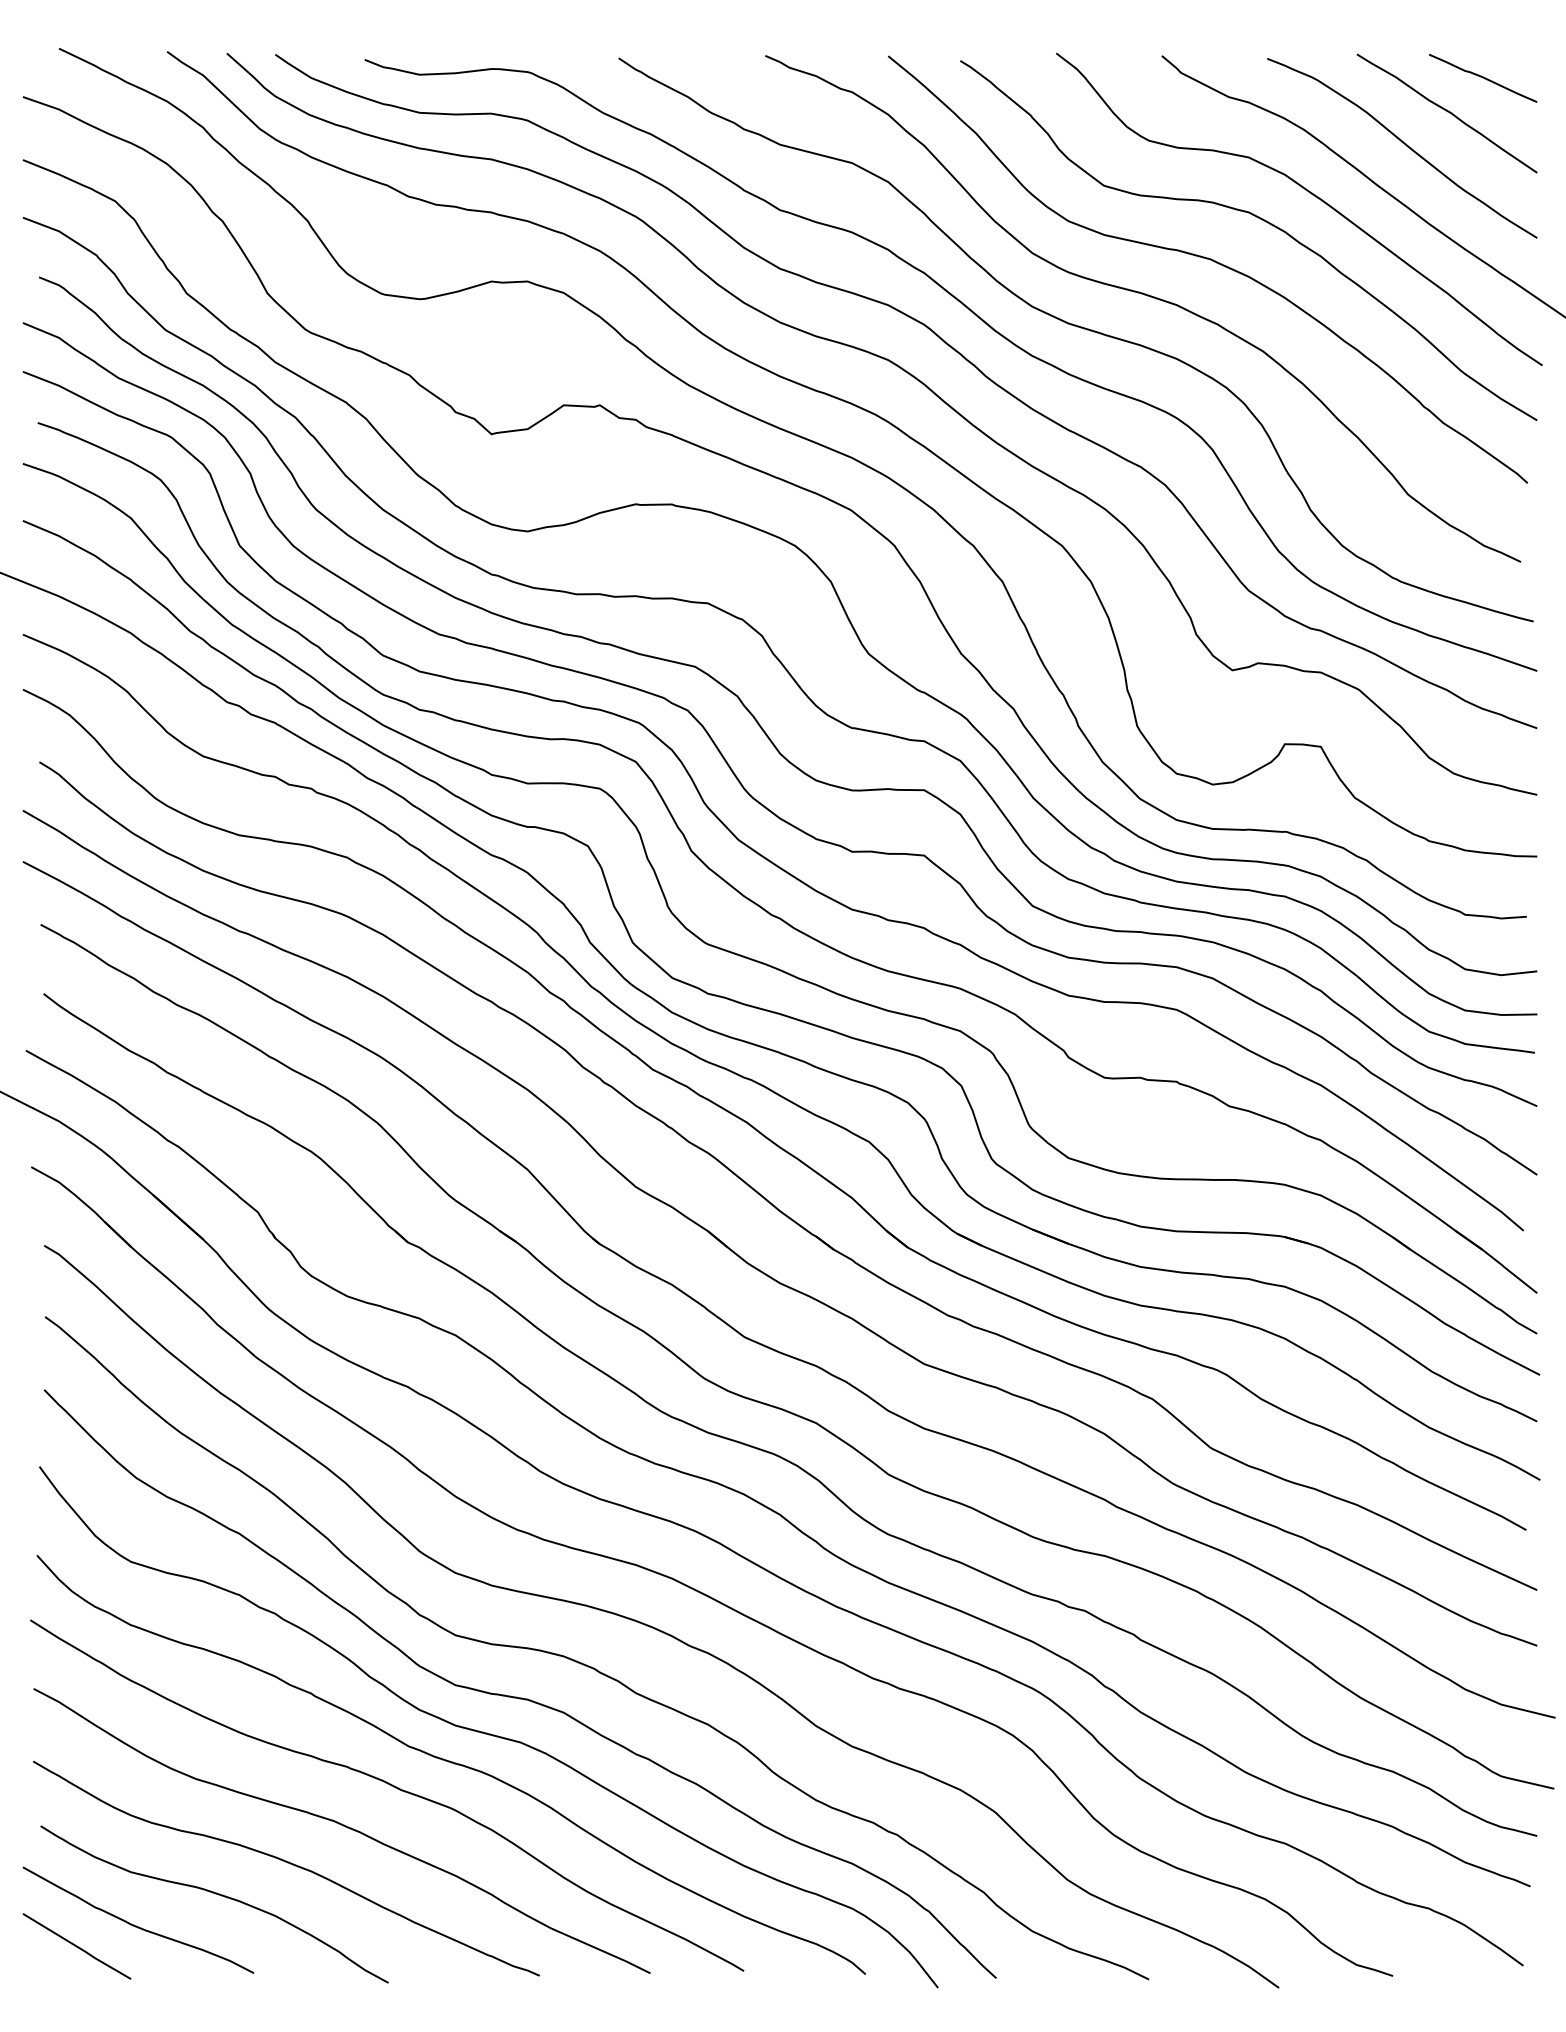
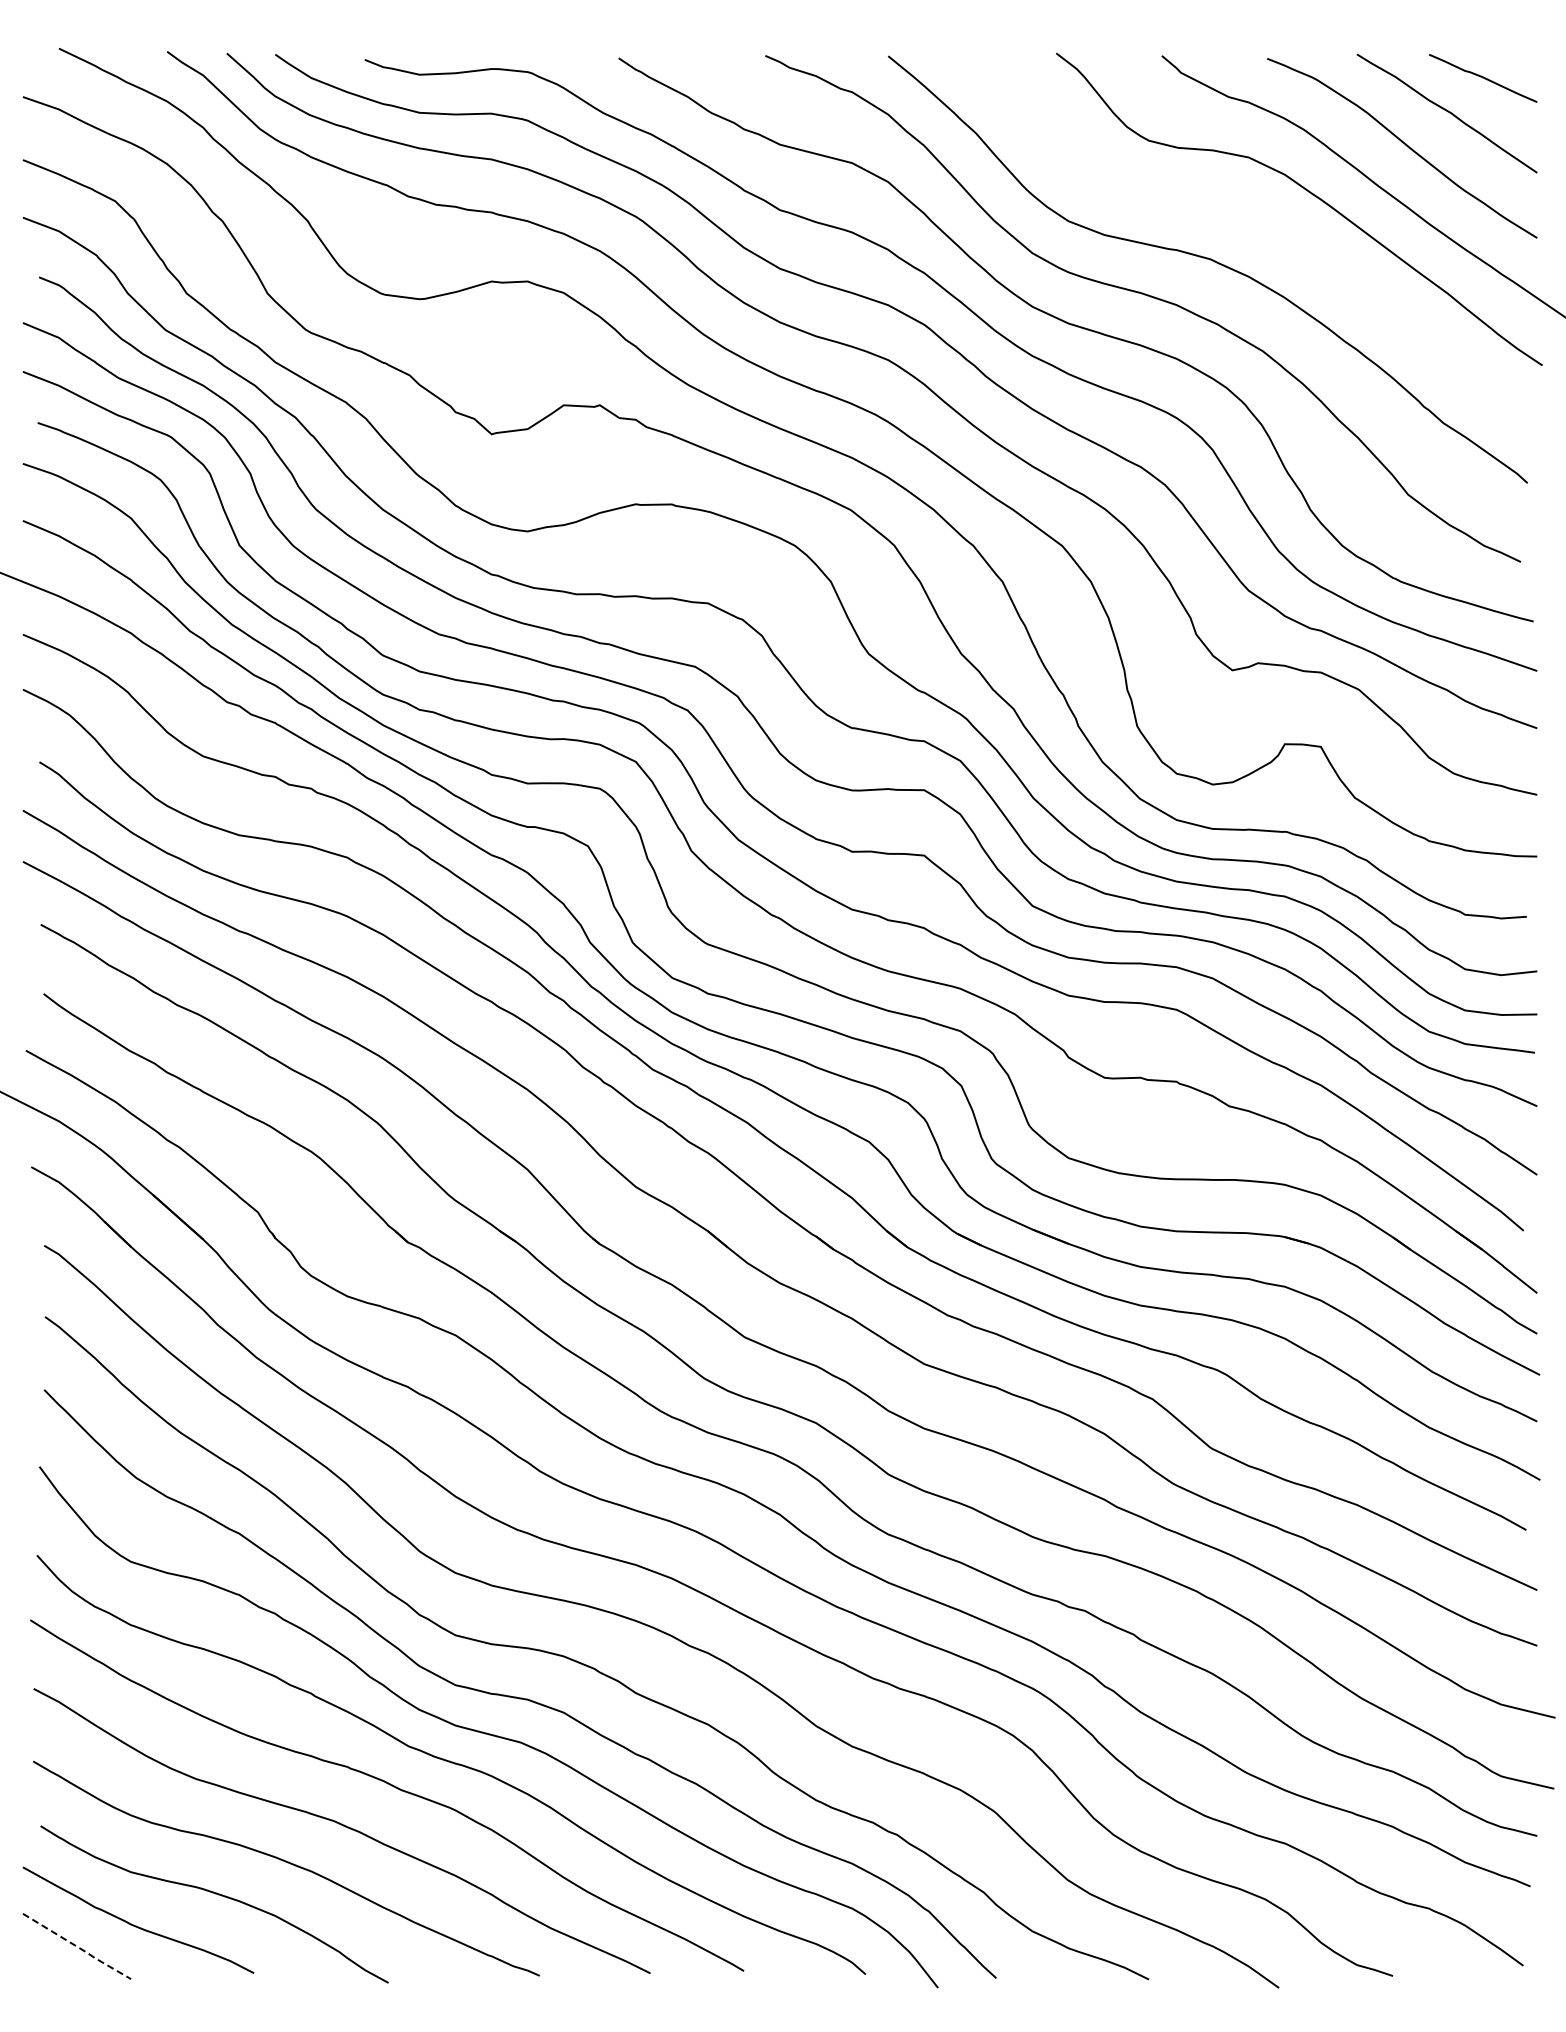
curve at (1258, 218): present -> none
line at (78, 1947): solid -> dashed
